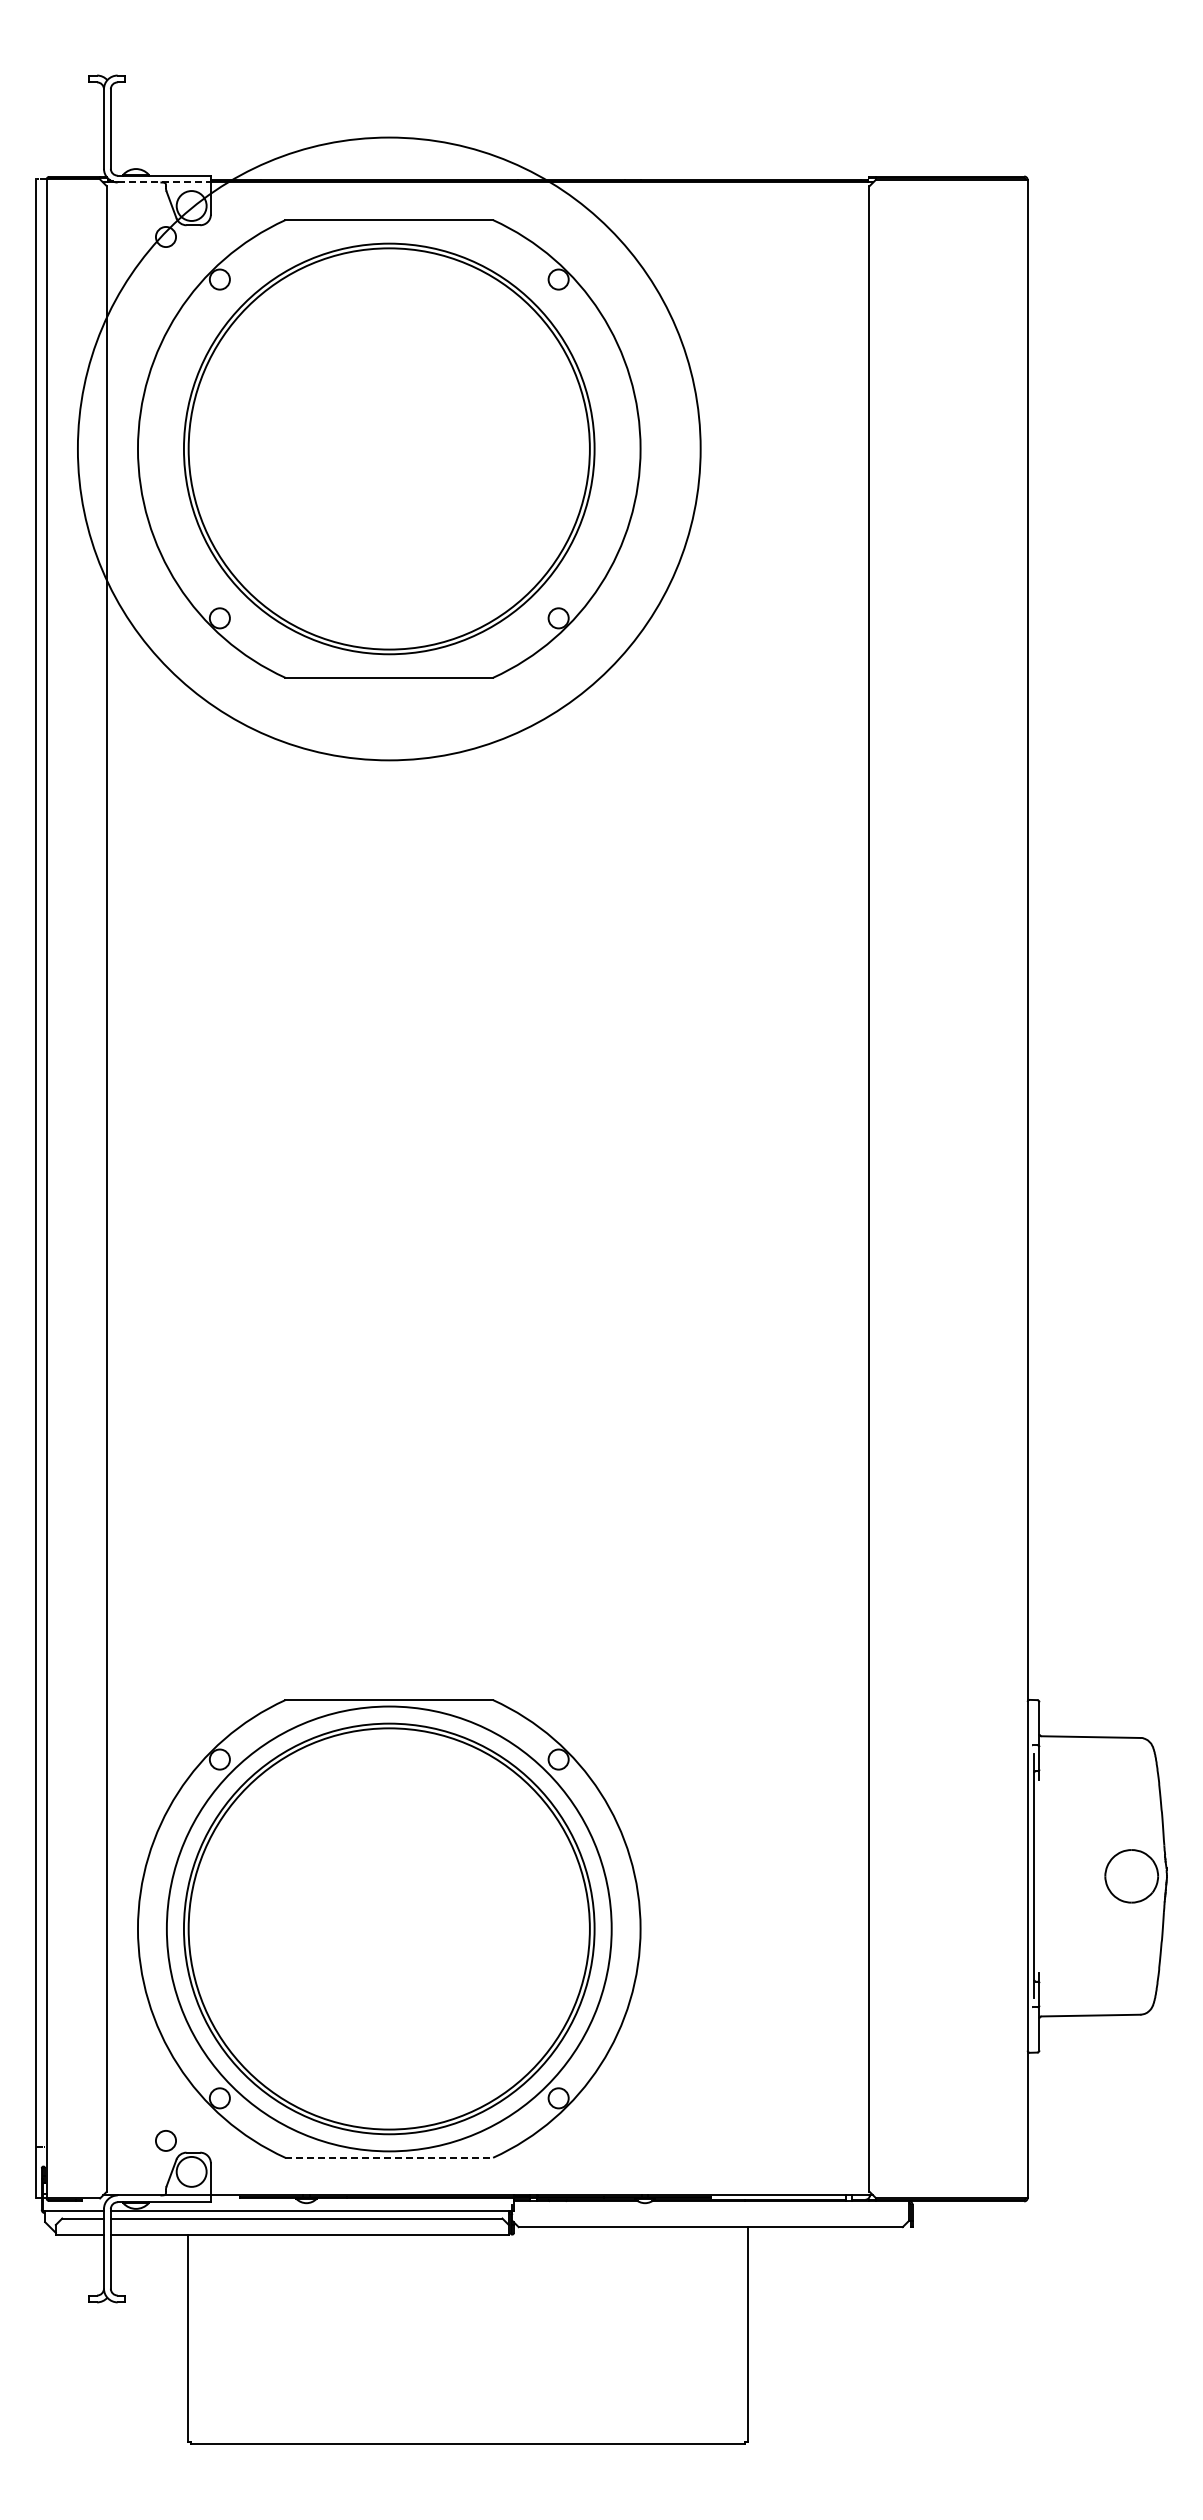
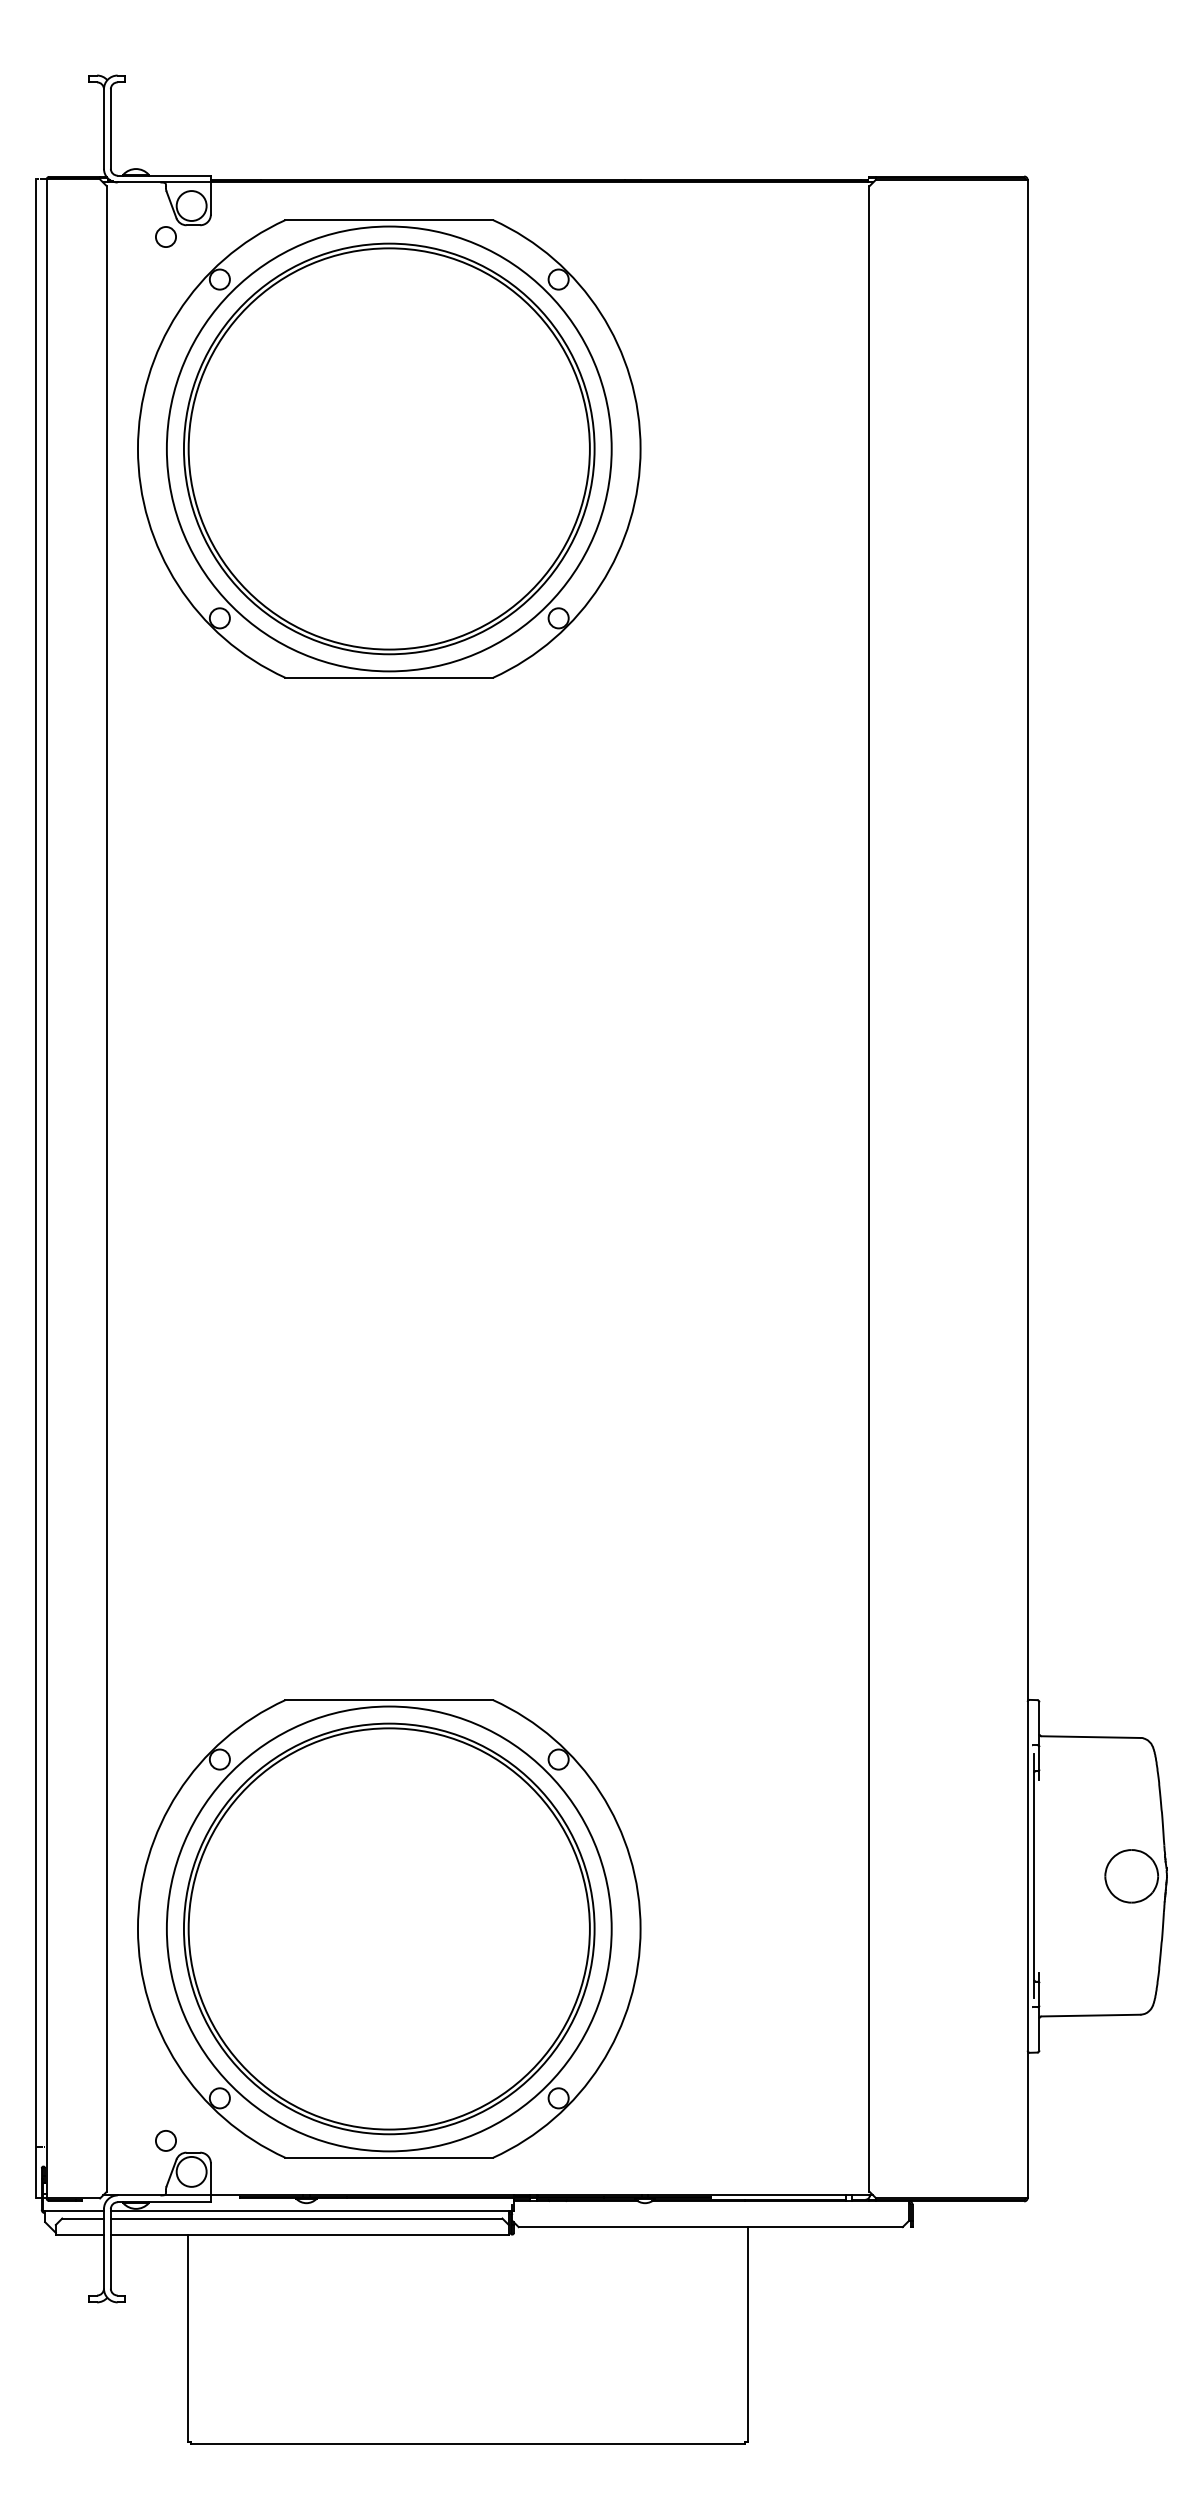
line at (164, 182): dashed -> solid
circle at (388, 448) diameter: 623 px -> 445 px
line at (389, 2157): dashed -> solid
